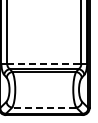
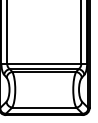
line at (44, 63): dashed -> solid
line at (43, 107): dashed -> solid
